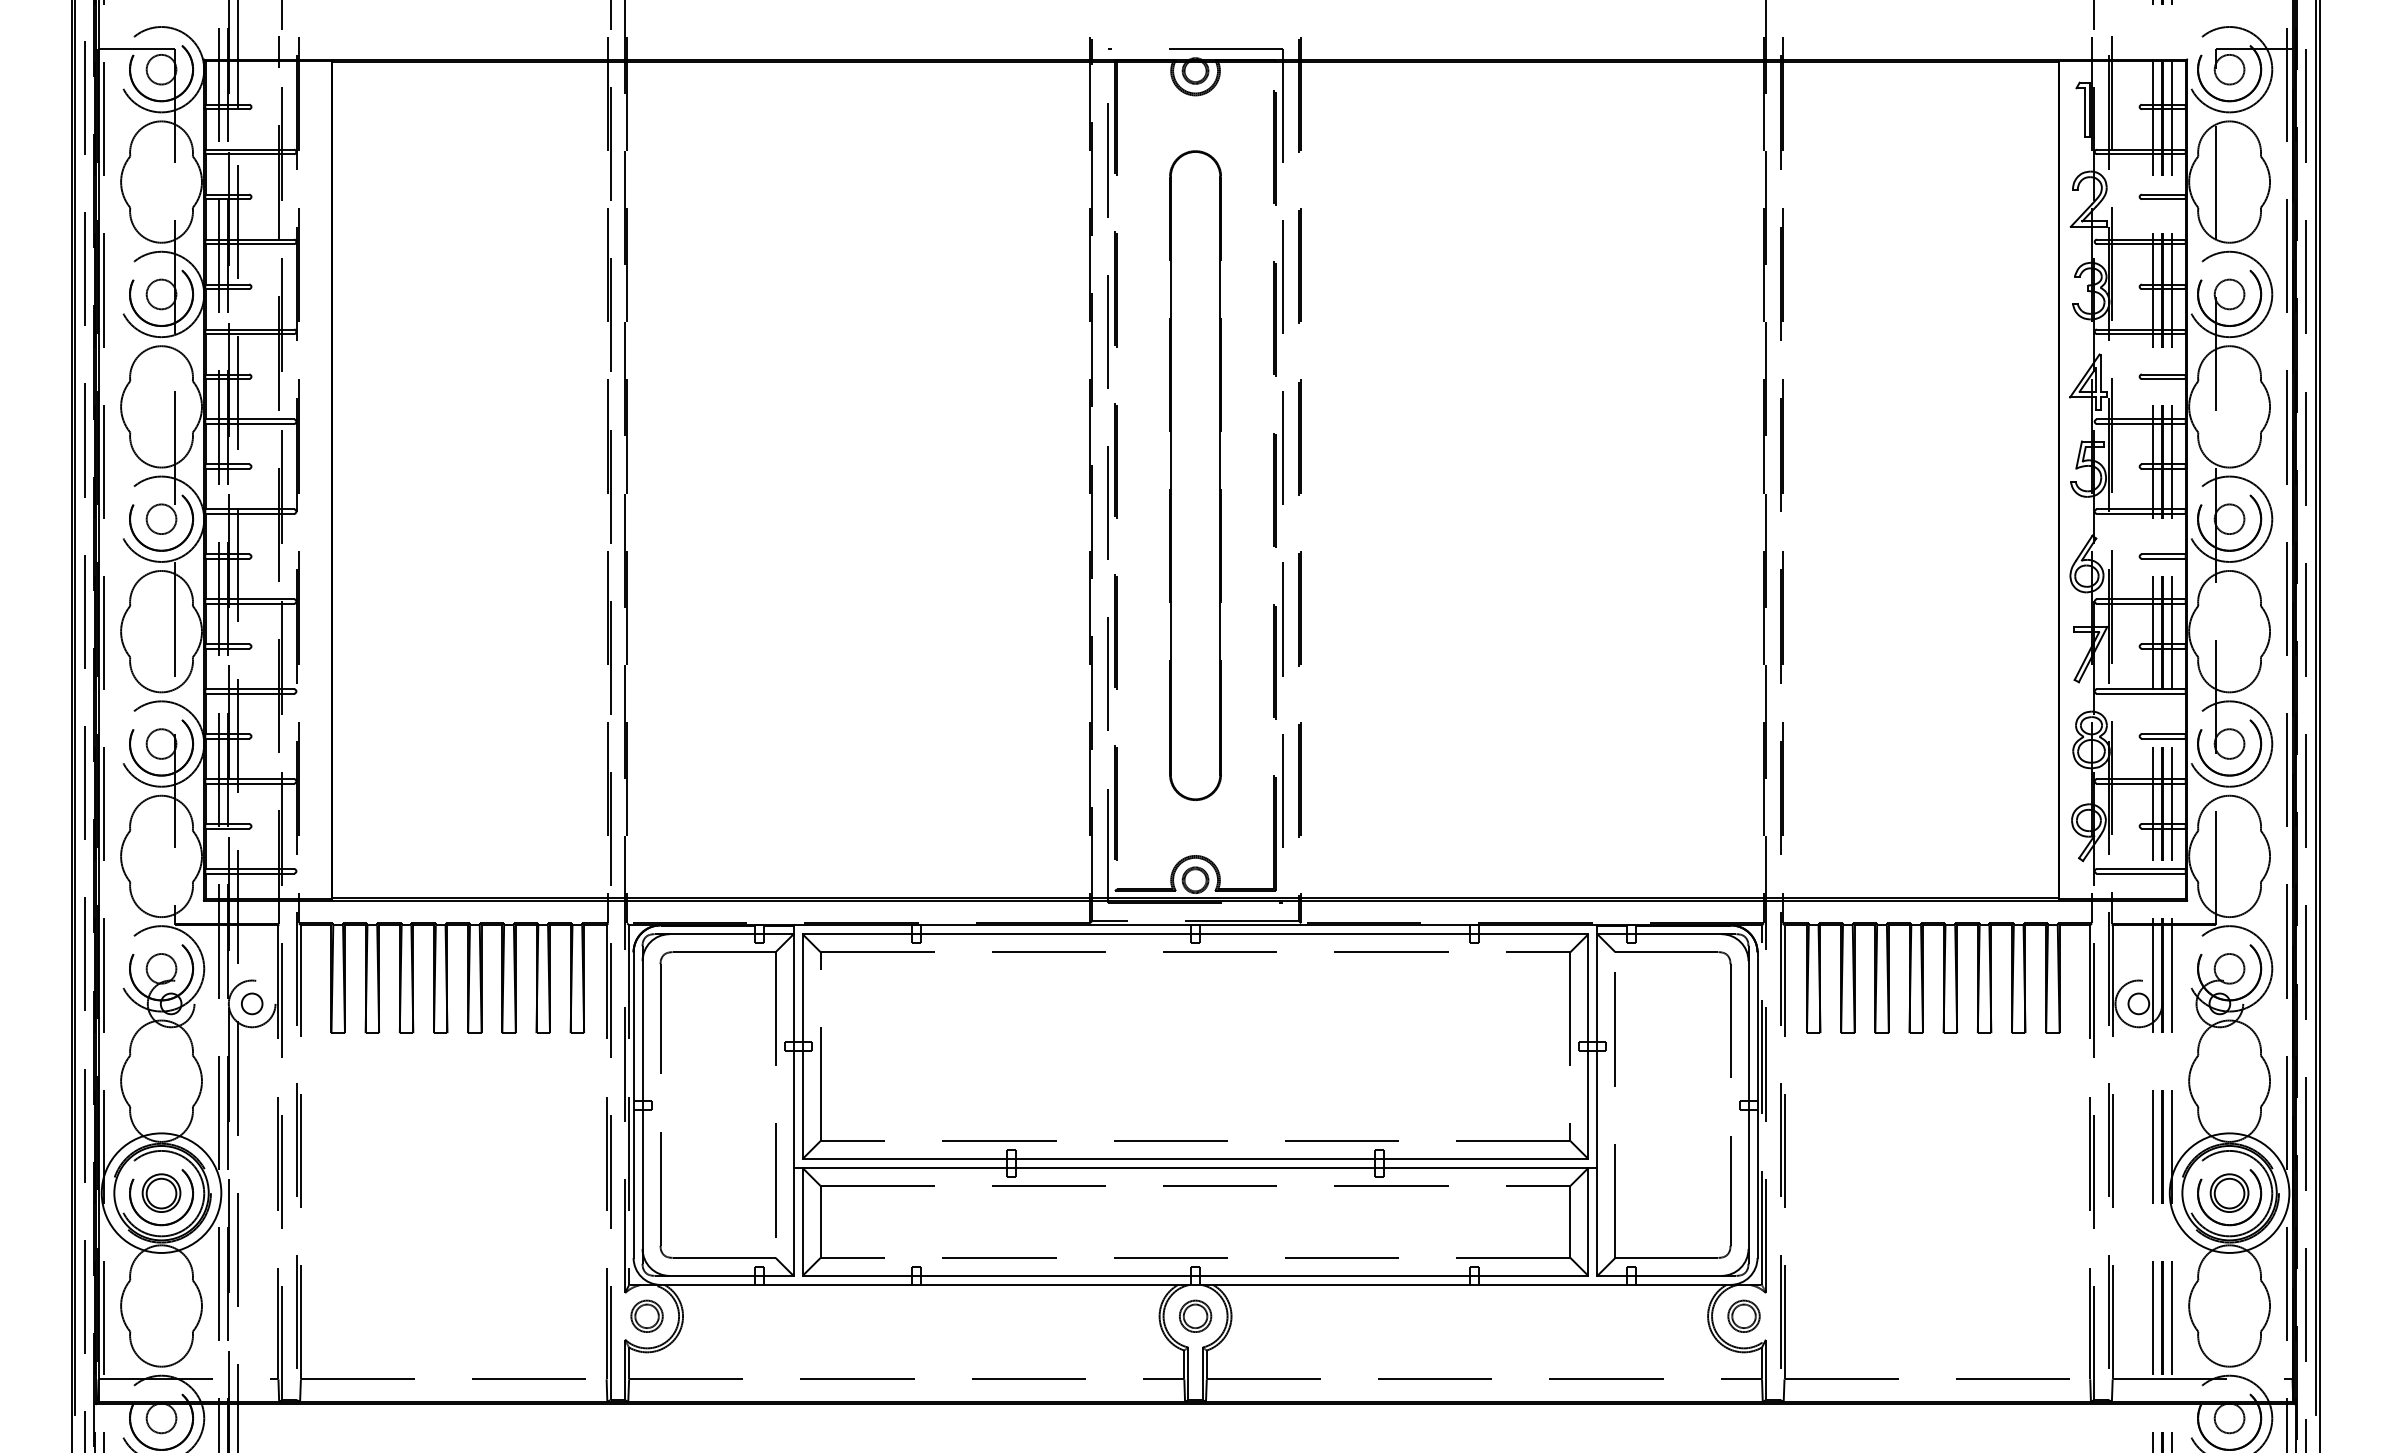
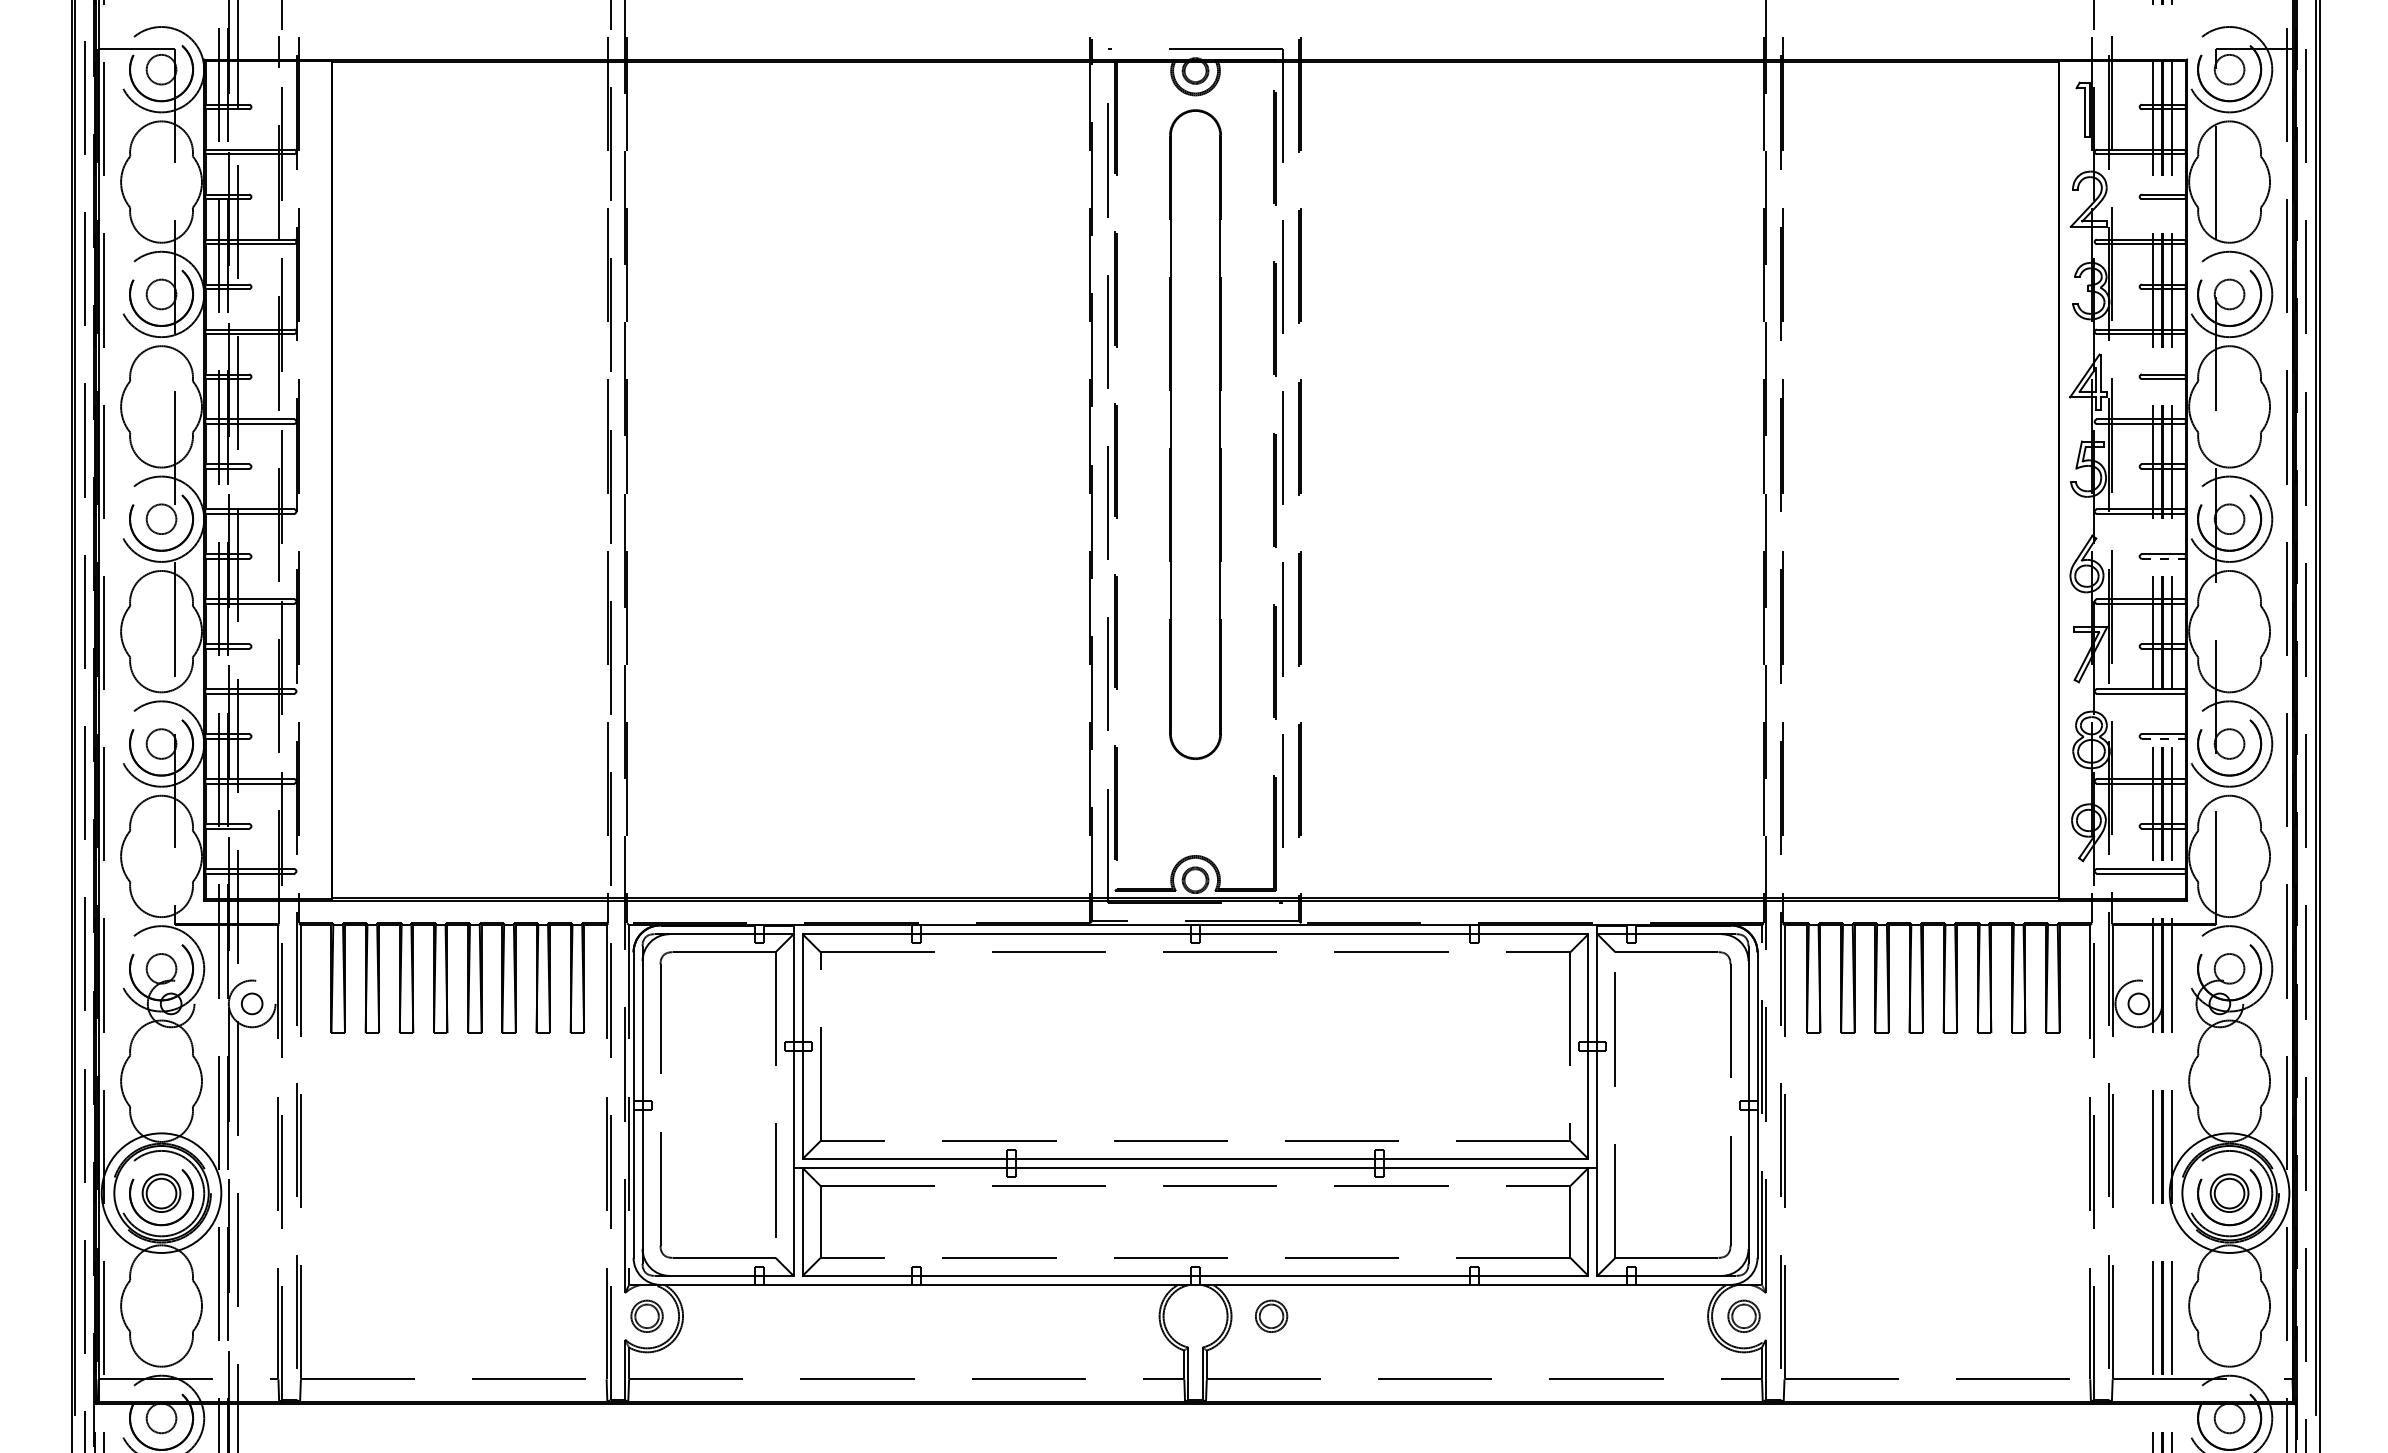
part at (1195, 475) position: (1195, 475) -> (1195, 434)
line at (2163, 558): solid -> dashed
line at (2163, 738): solid -> dashed
part at (1195, 1315) position: (1195, 1315) -> (1271, 1315)
